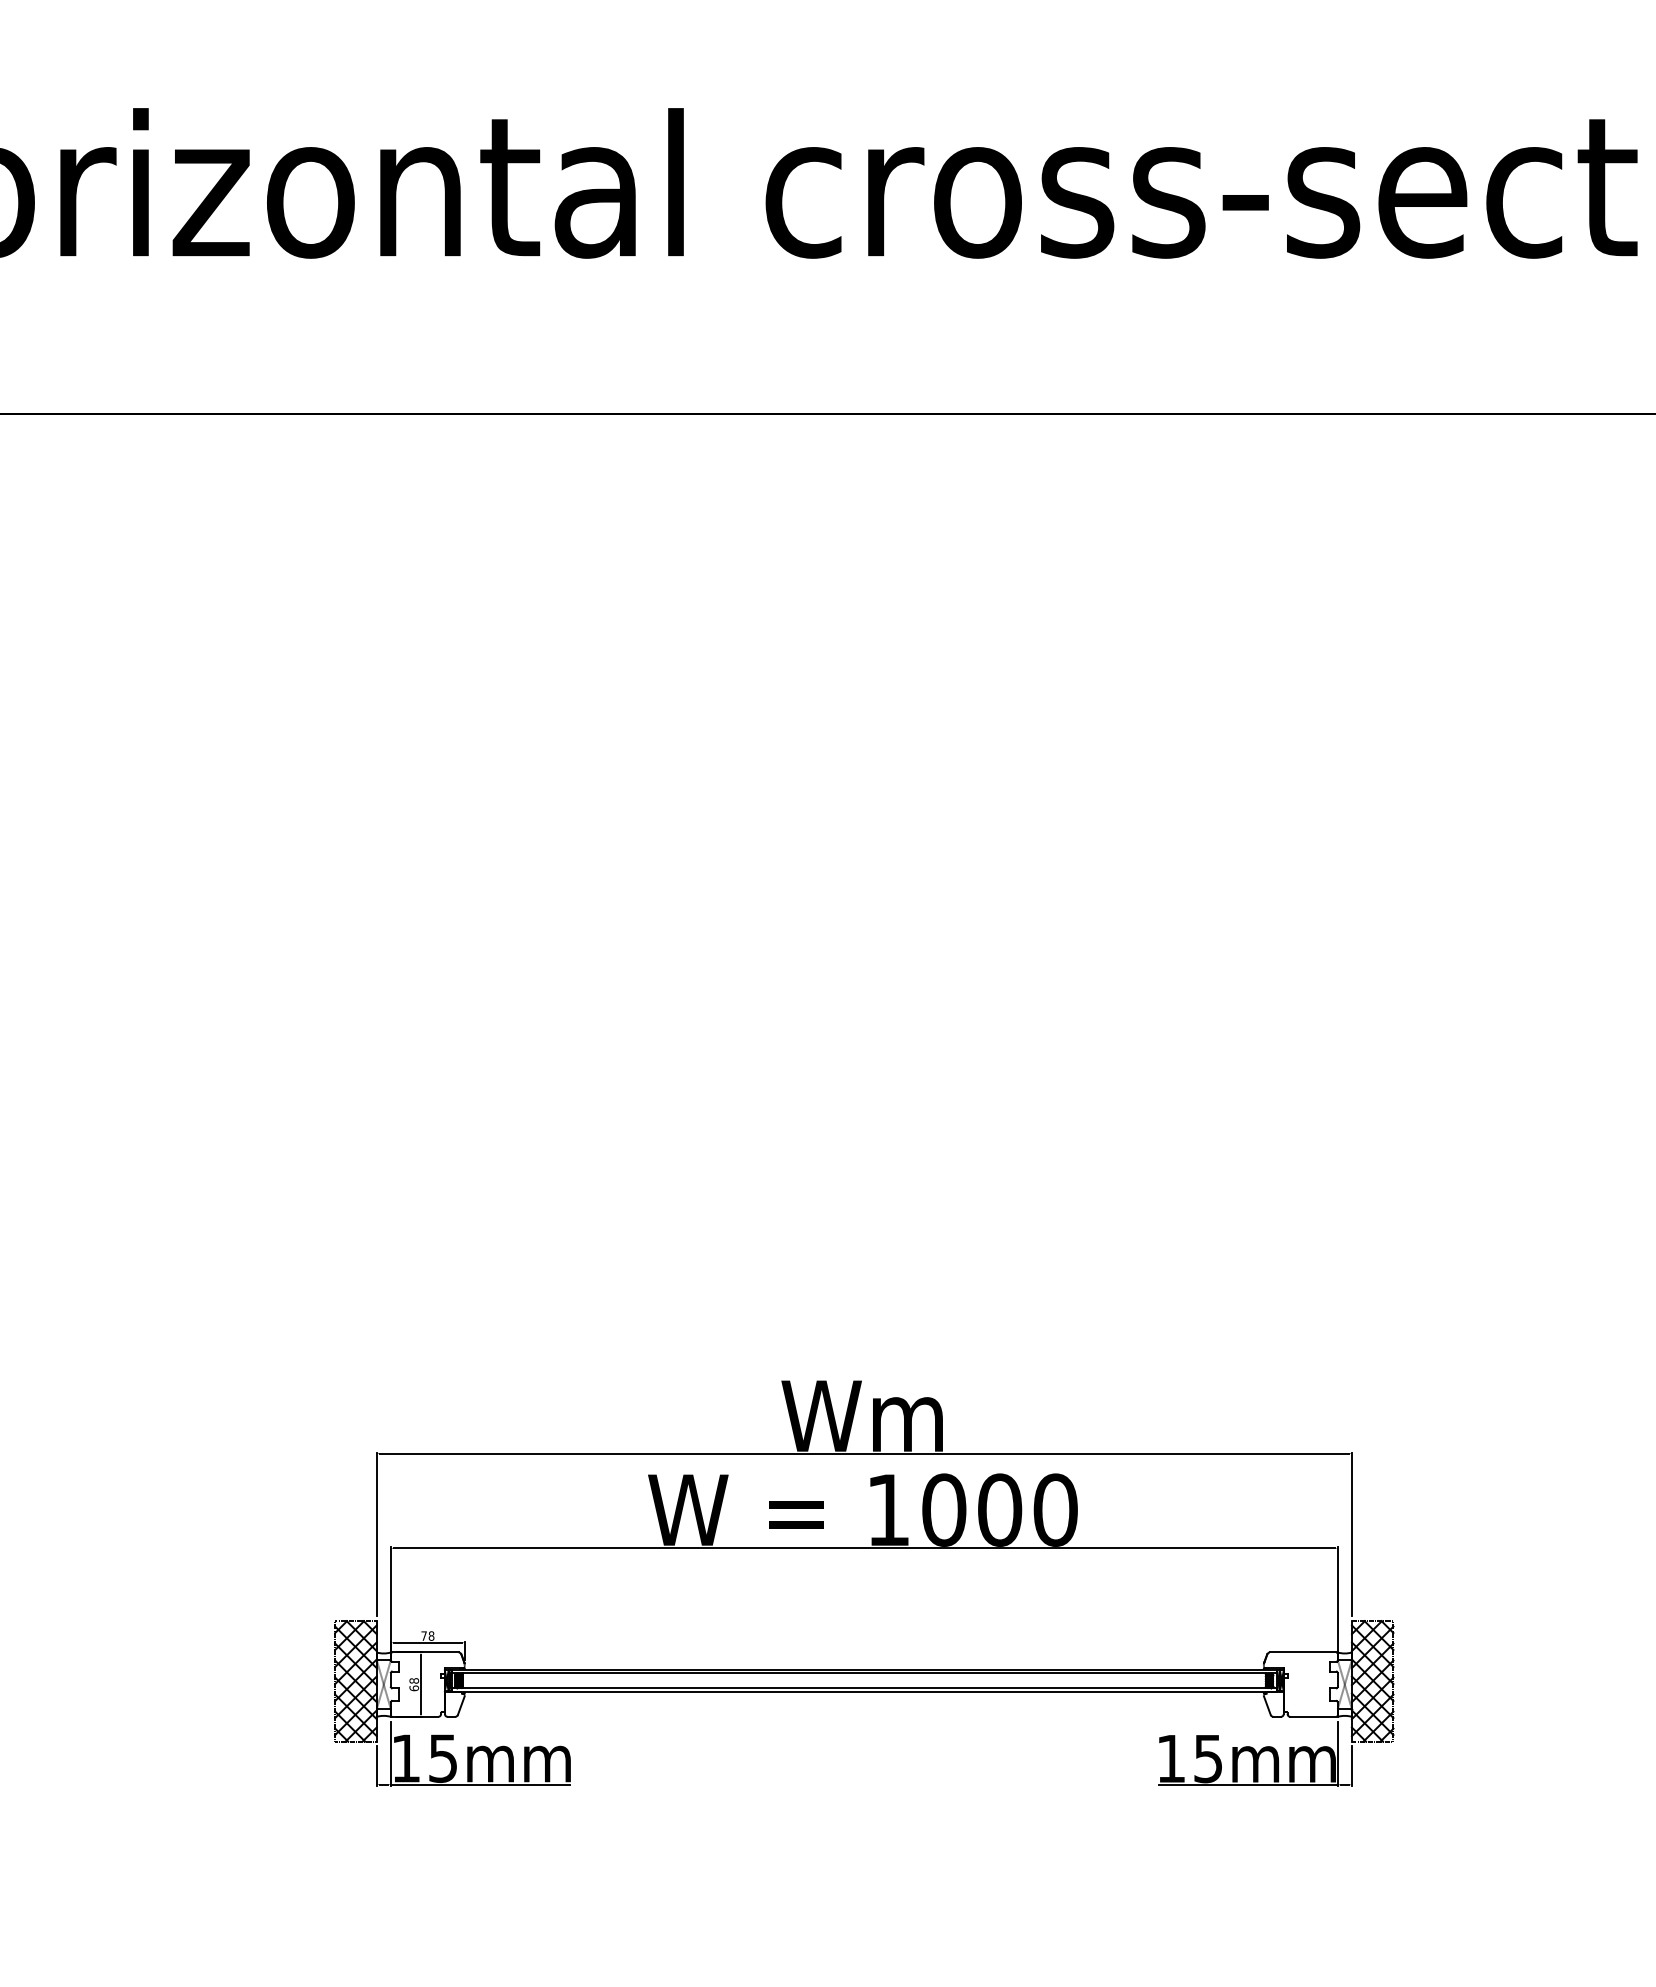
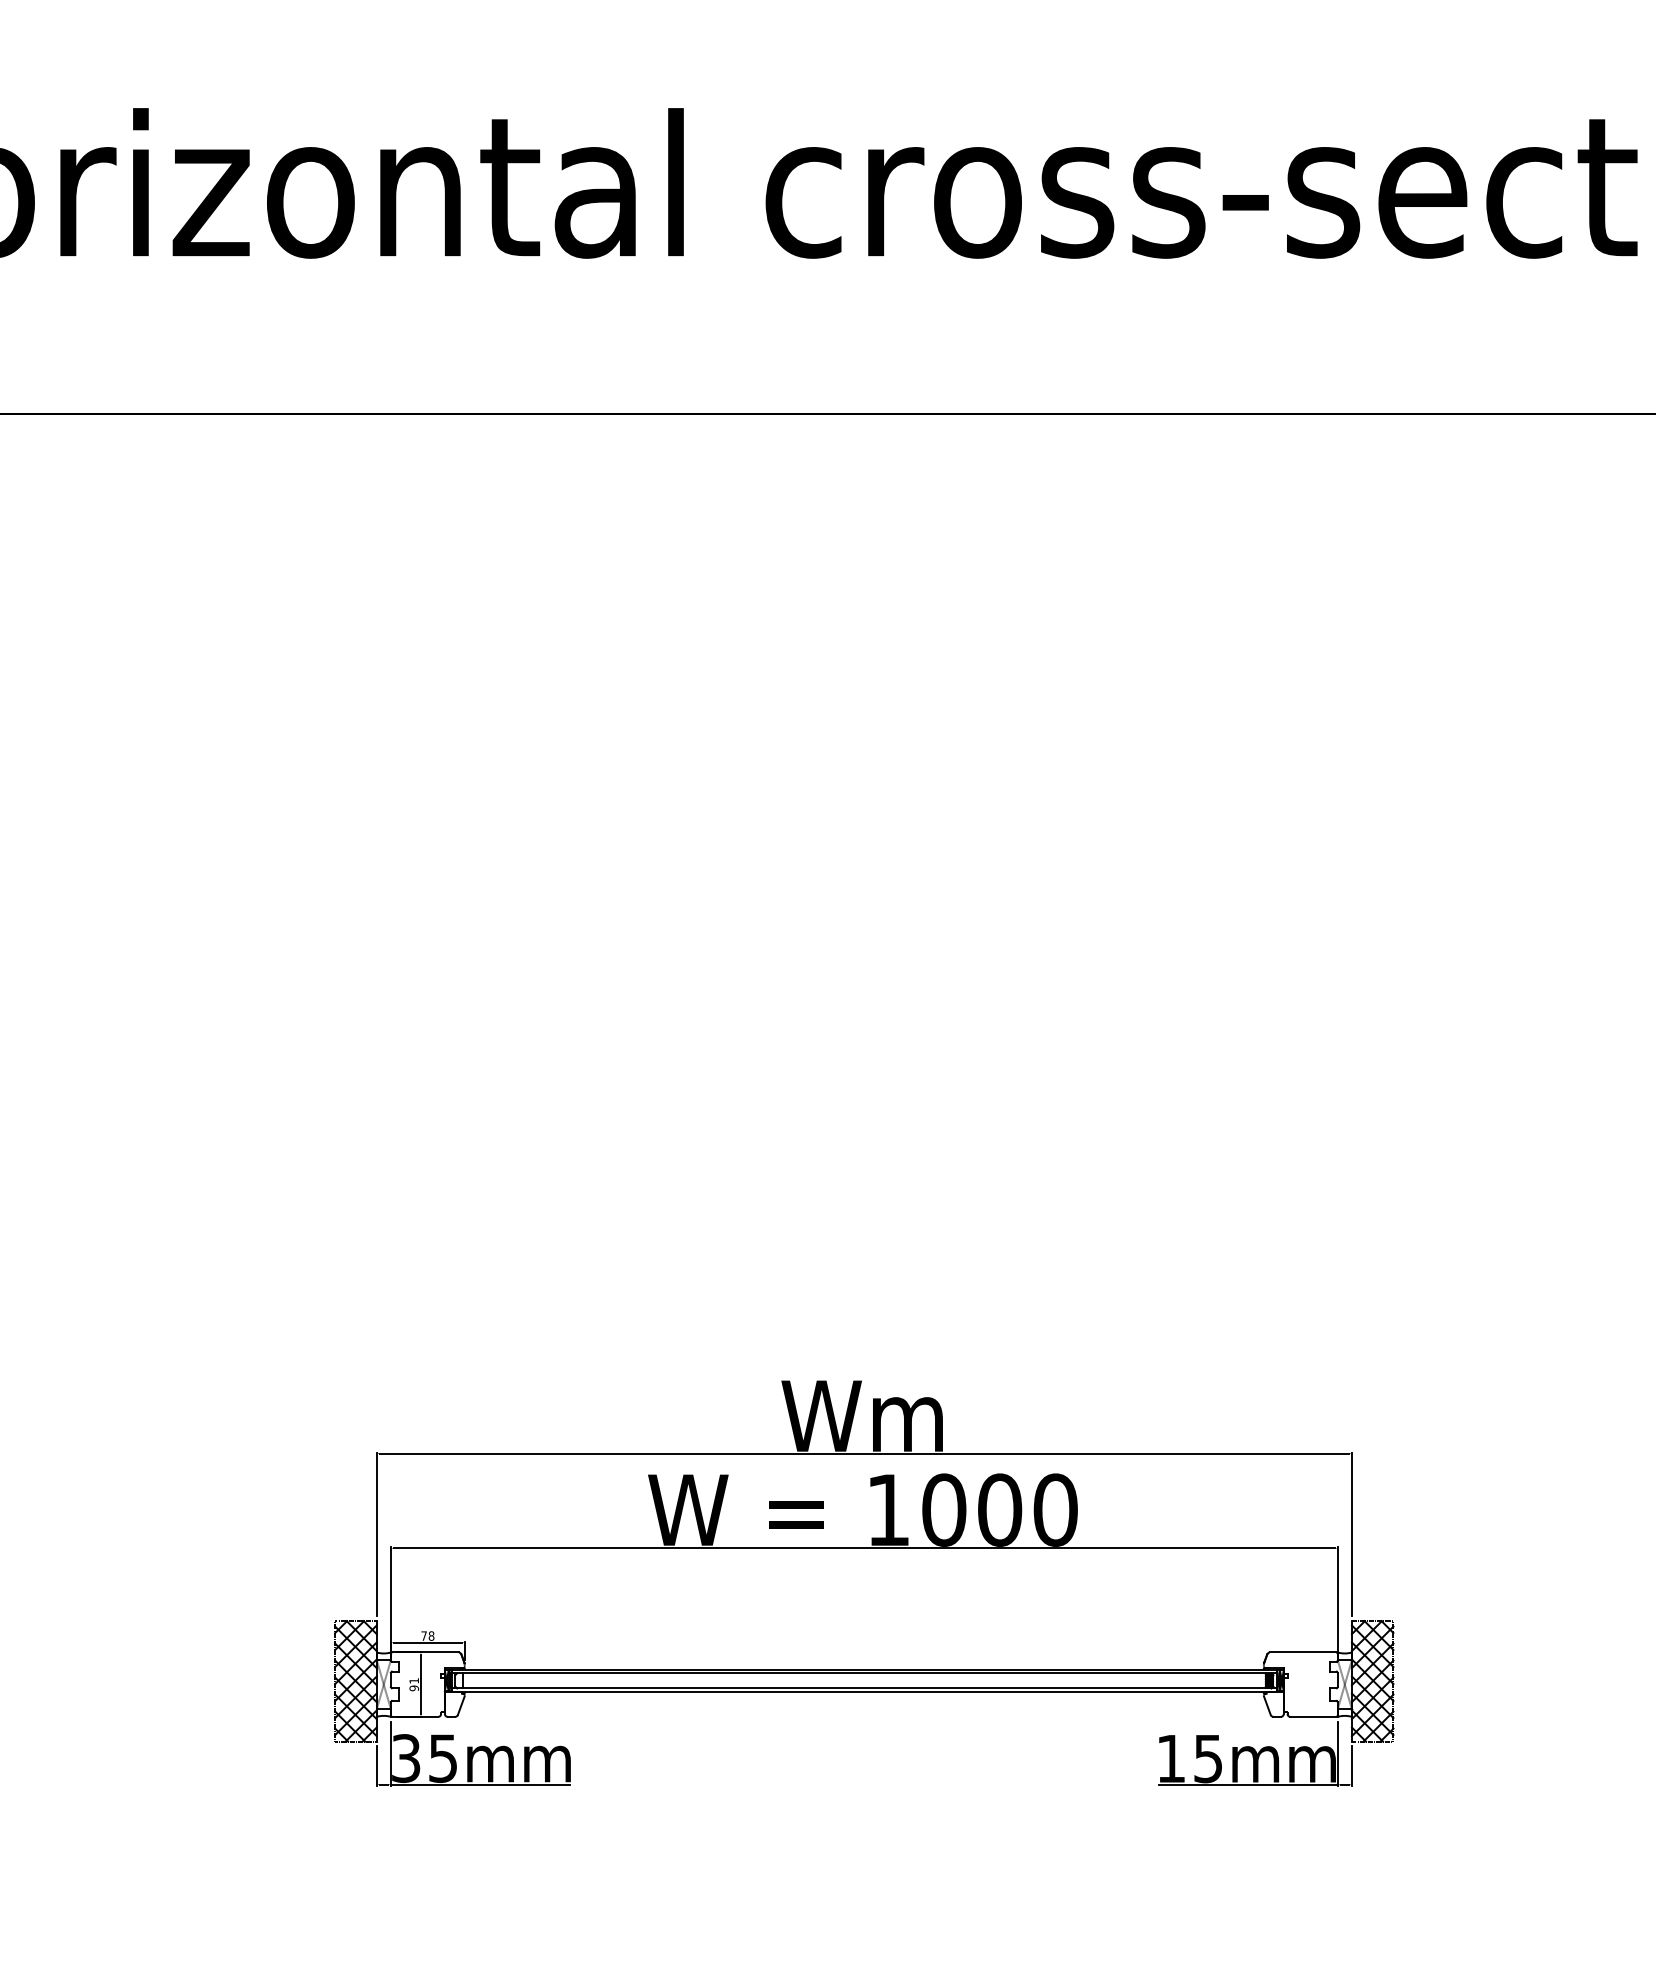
hatch at (458, 1680): present -> none
text at (414, 1684): 68 -> 91
text at (406, 1758): 15mm -> 35mm
